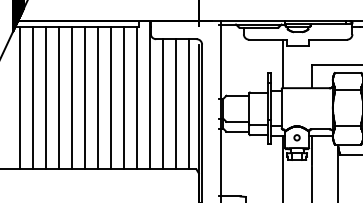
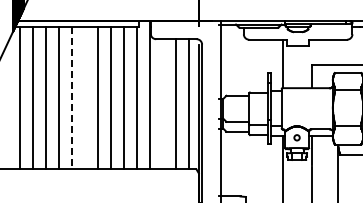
line at (84, 97): present -> none
line at (71, 98): solid -> dashed
line at (163, 104): present -> none
